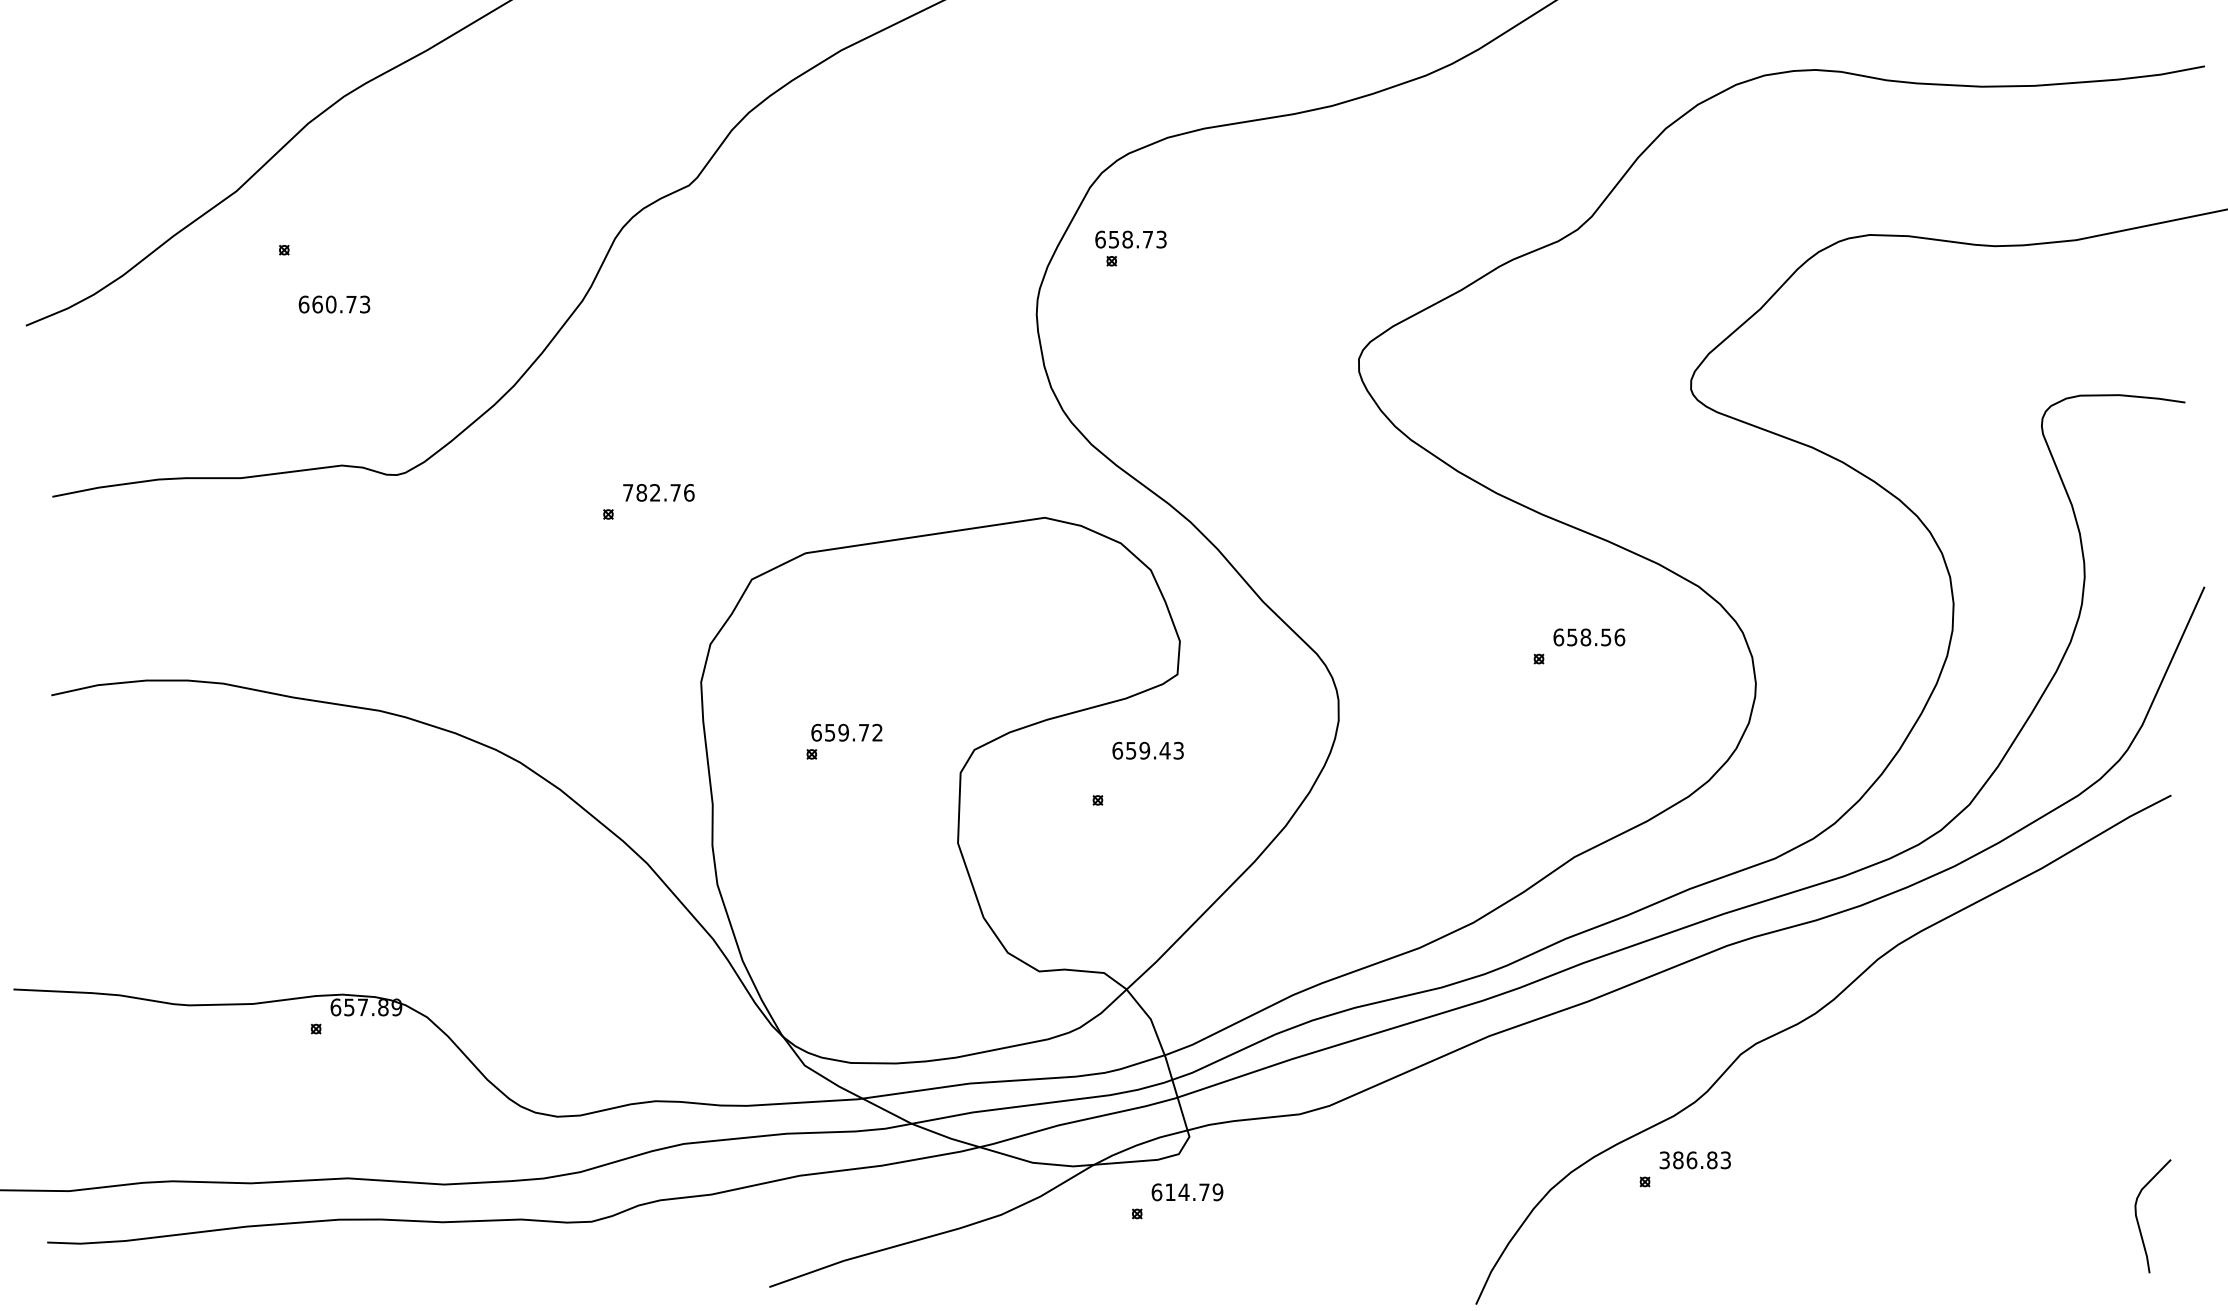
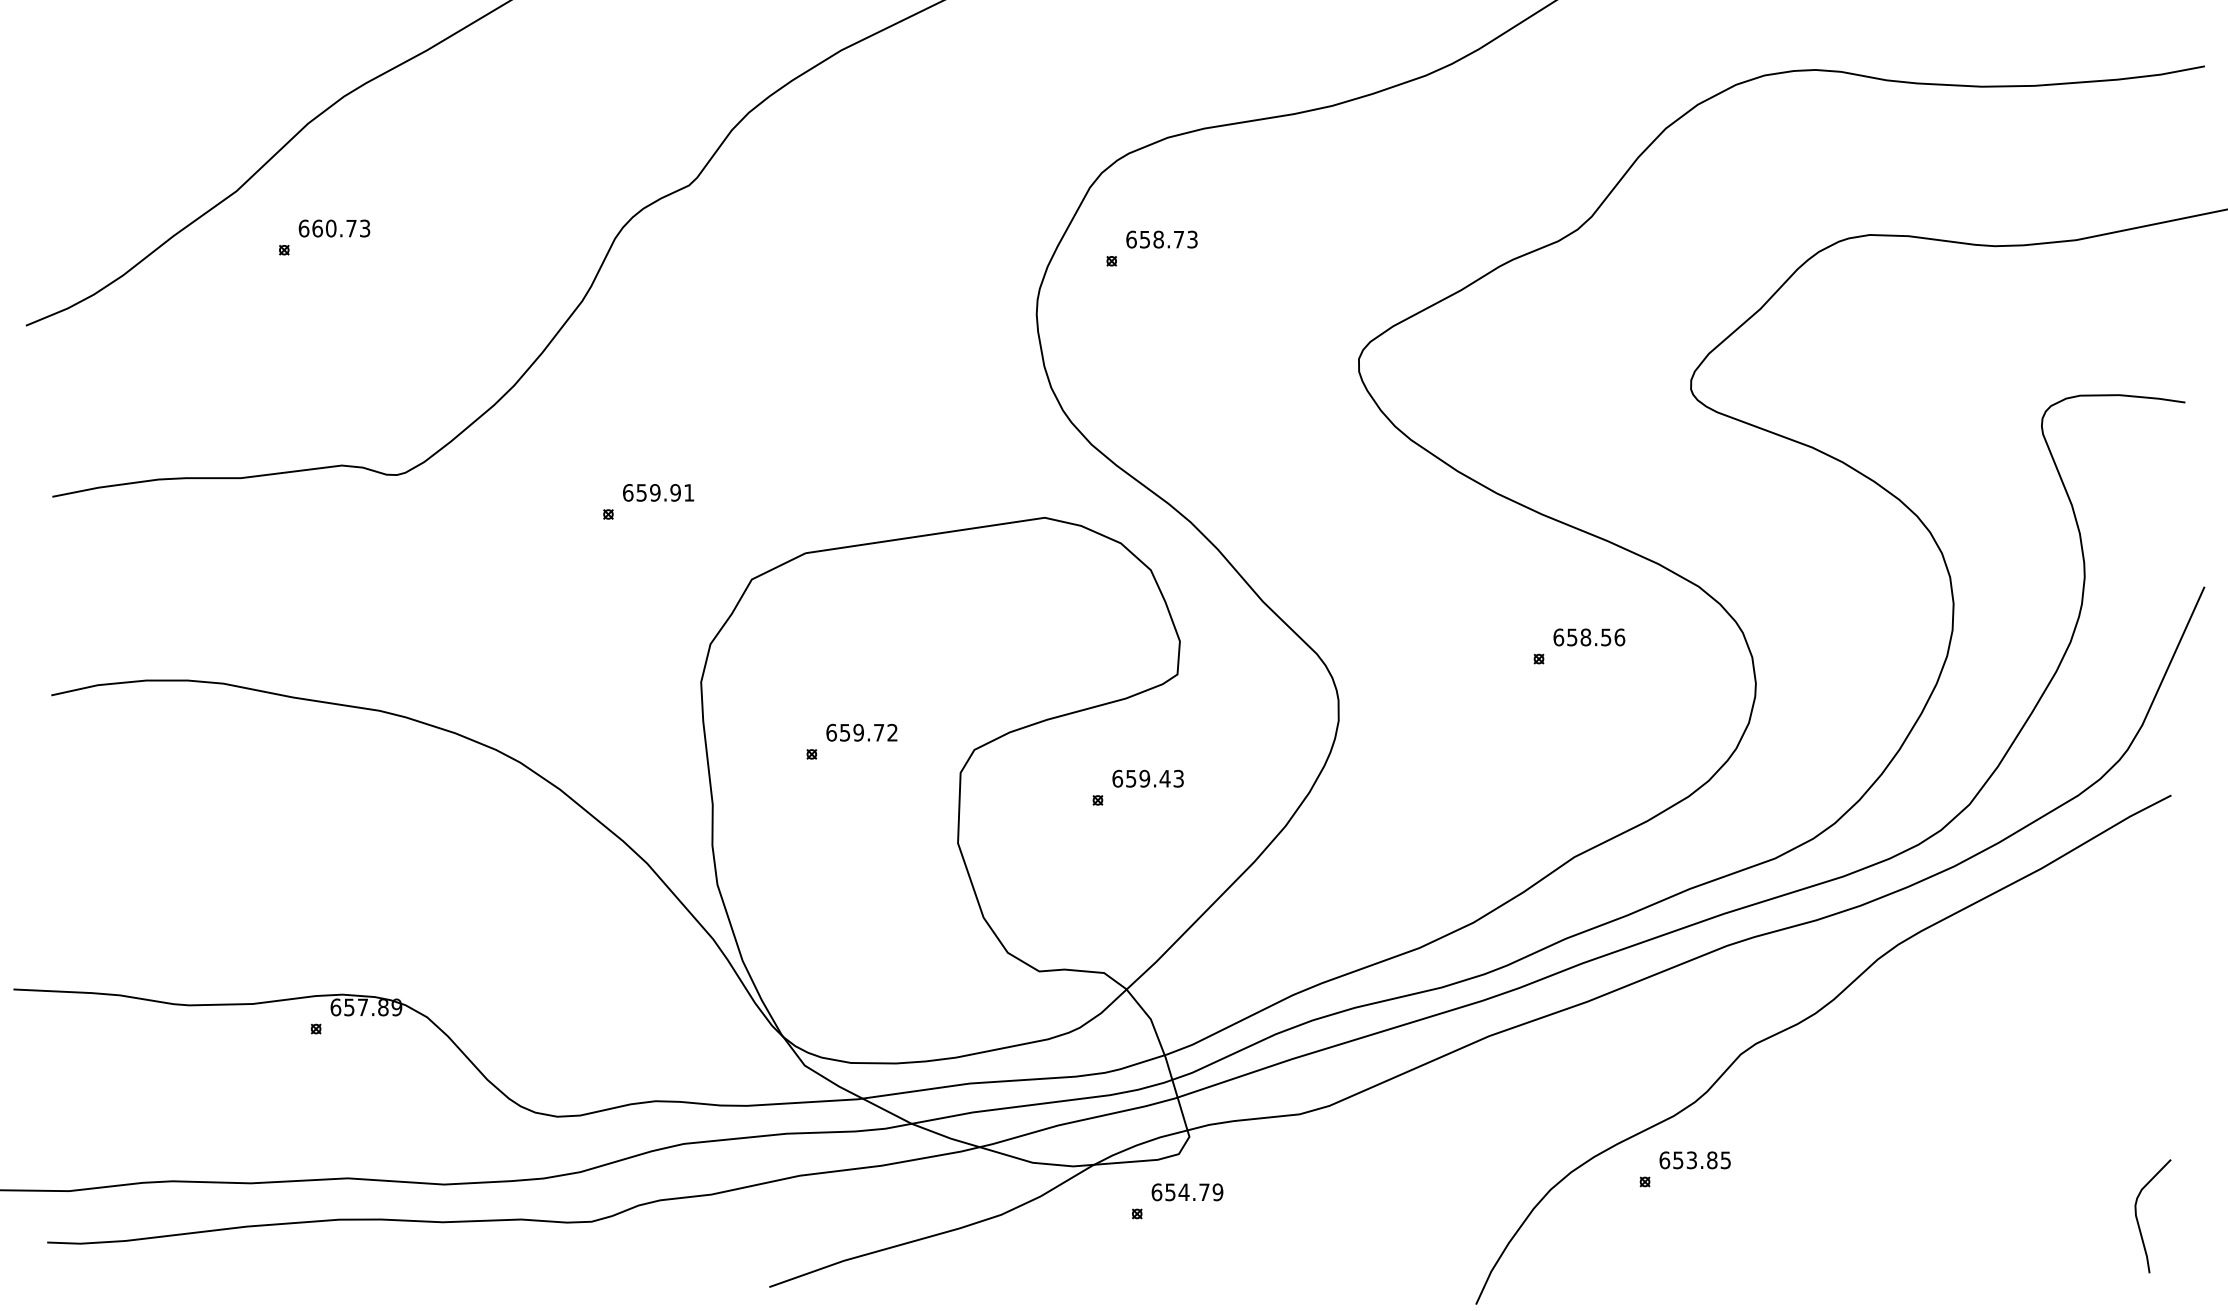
text at (1130, 239) position: (1130, 239) -> (1161, 239)
text at (334, 304) position: (334, 304) -> (334, 228)
text at (658, 492): 782.76 -> 659.91
text at (846, 732) position: (846, 732) -> (861, 732)
text at (1147, 750) position: (1147, 750) -> (1147, 778)
text at (1694, 1160): 386.83 -> 653.85
text at (1170, 1192): 614.79 -> 654.79
